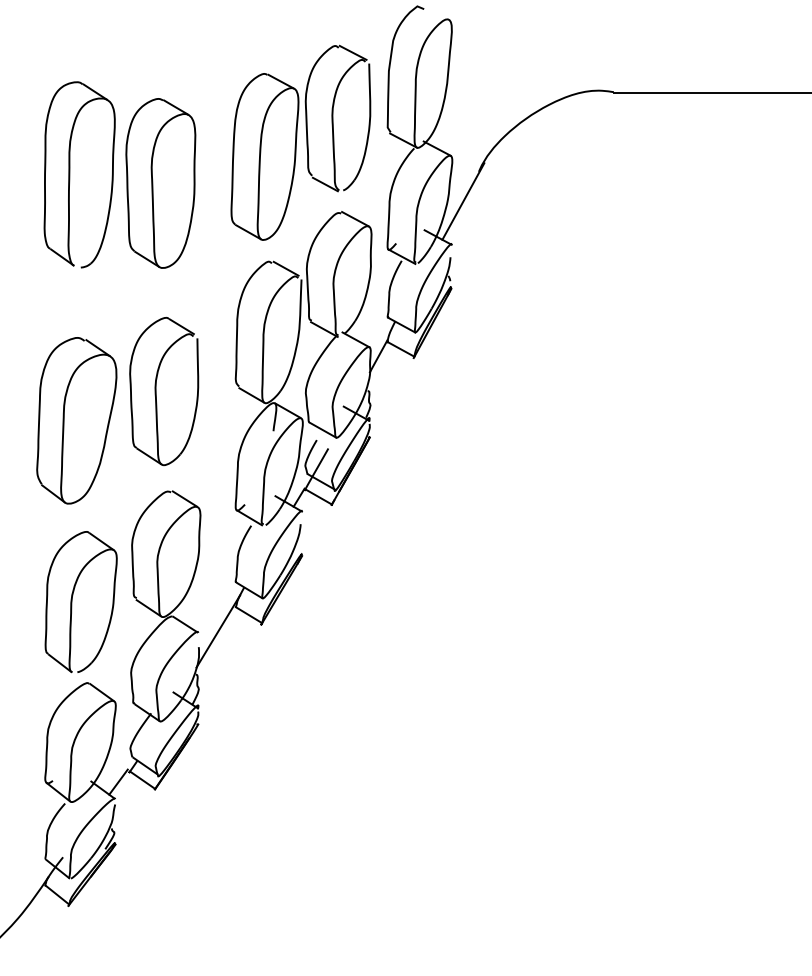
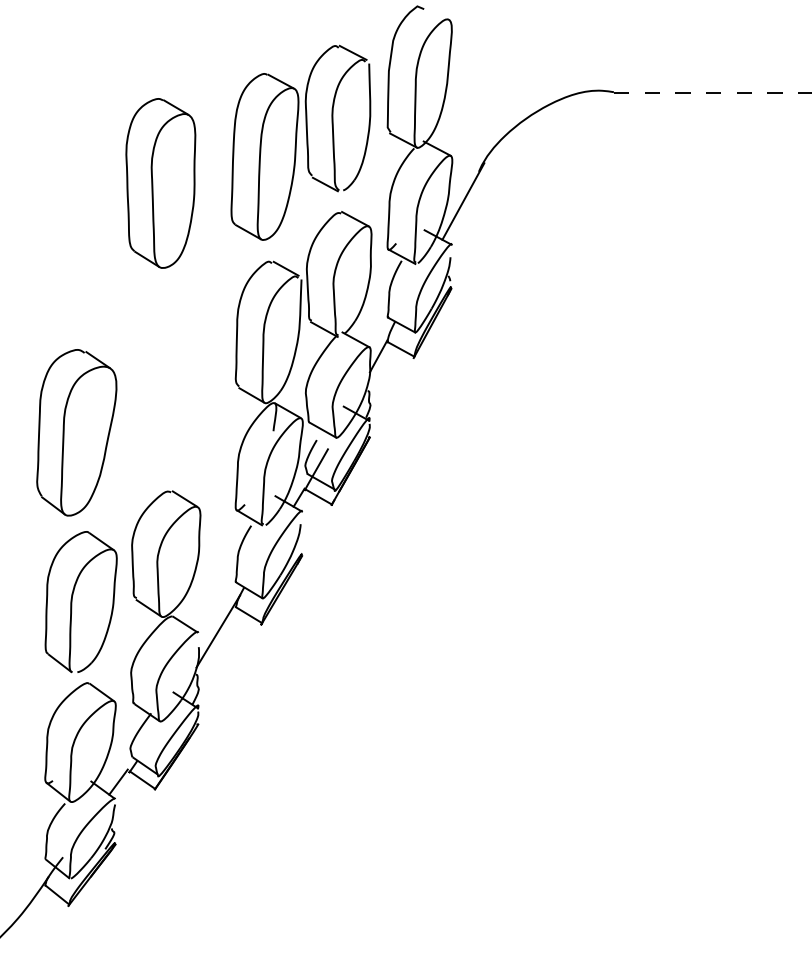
line at (712, 92): solid -> dashed
part at (70, 174): present -> none
part at (156, 391): present -> none
part at (76, 420) position: (76, 420) -> (76, 432)
